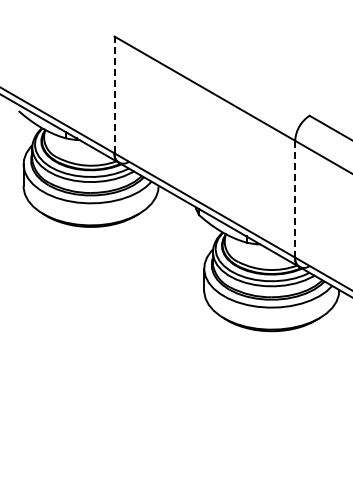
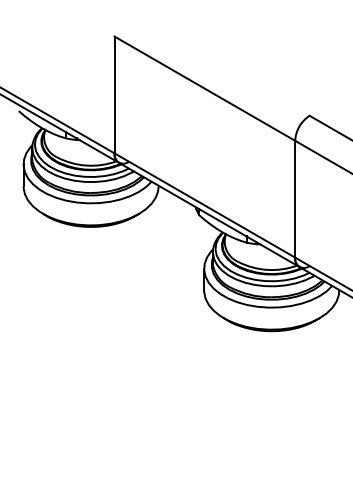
line at (114, 94): dashed -> solid
line at (295, 198): dashed -> solid
